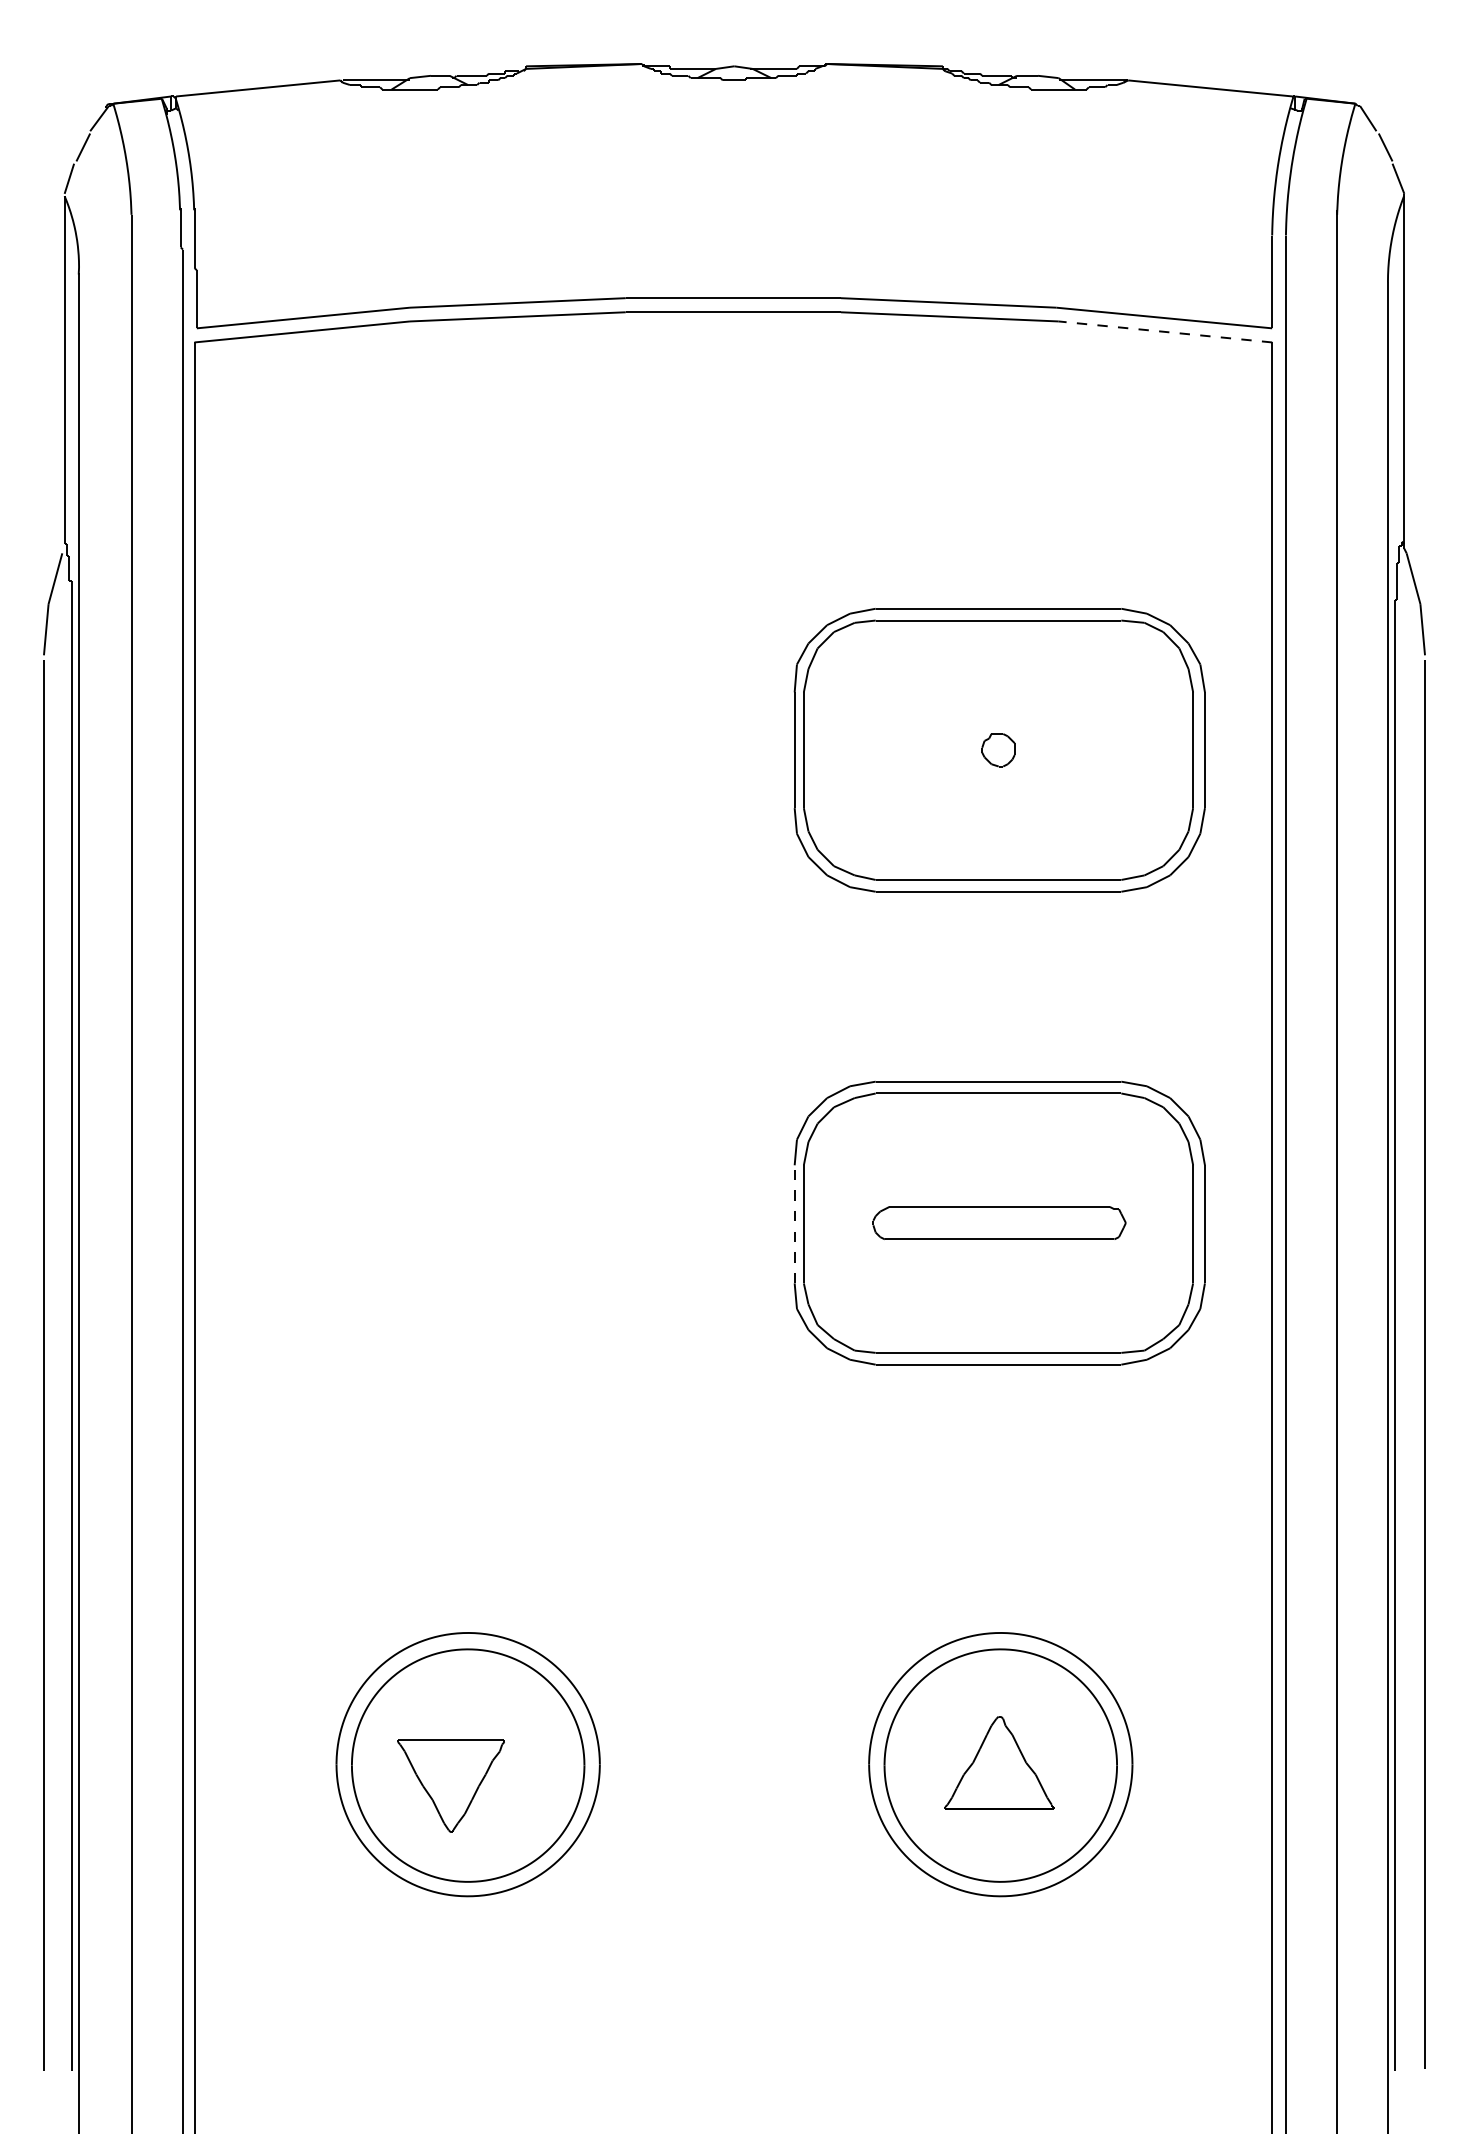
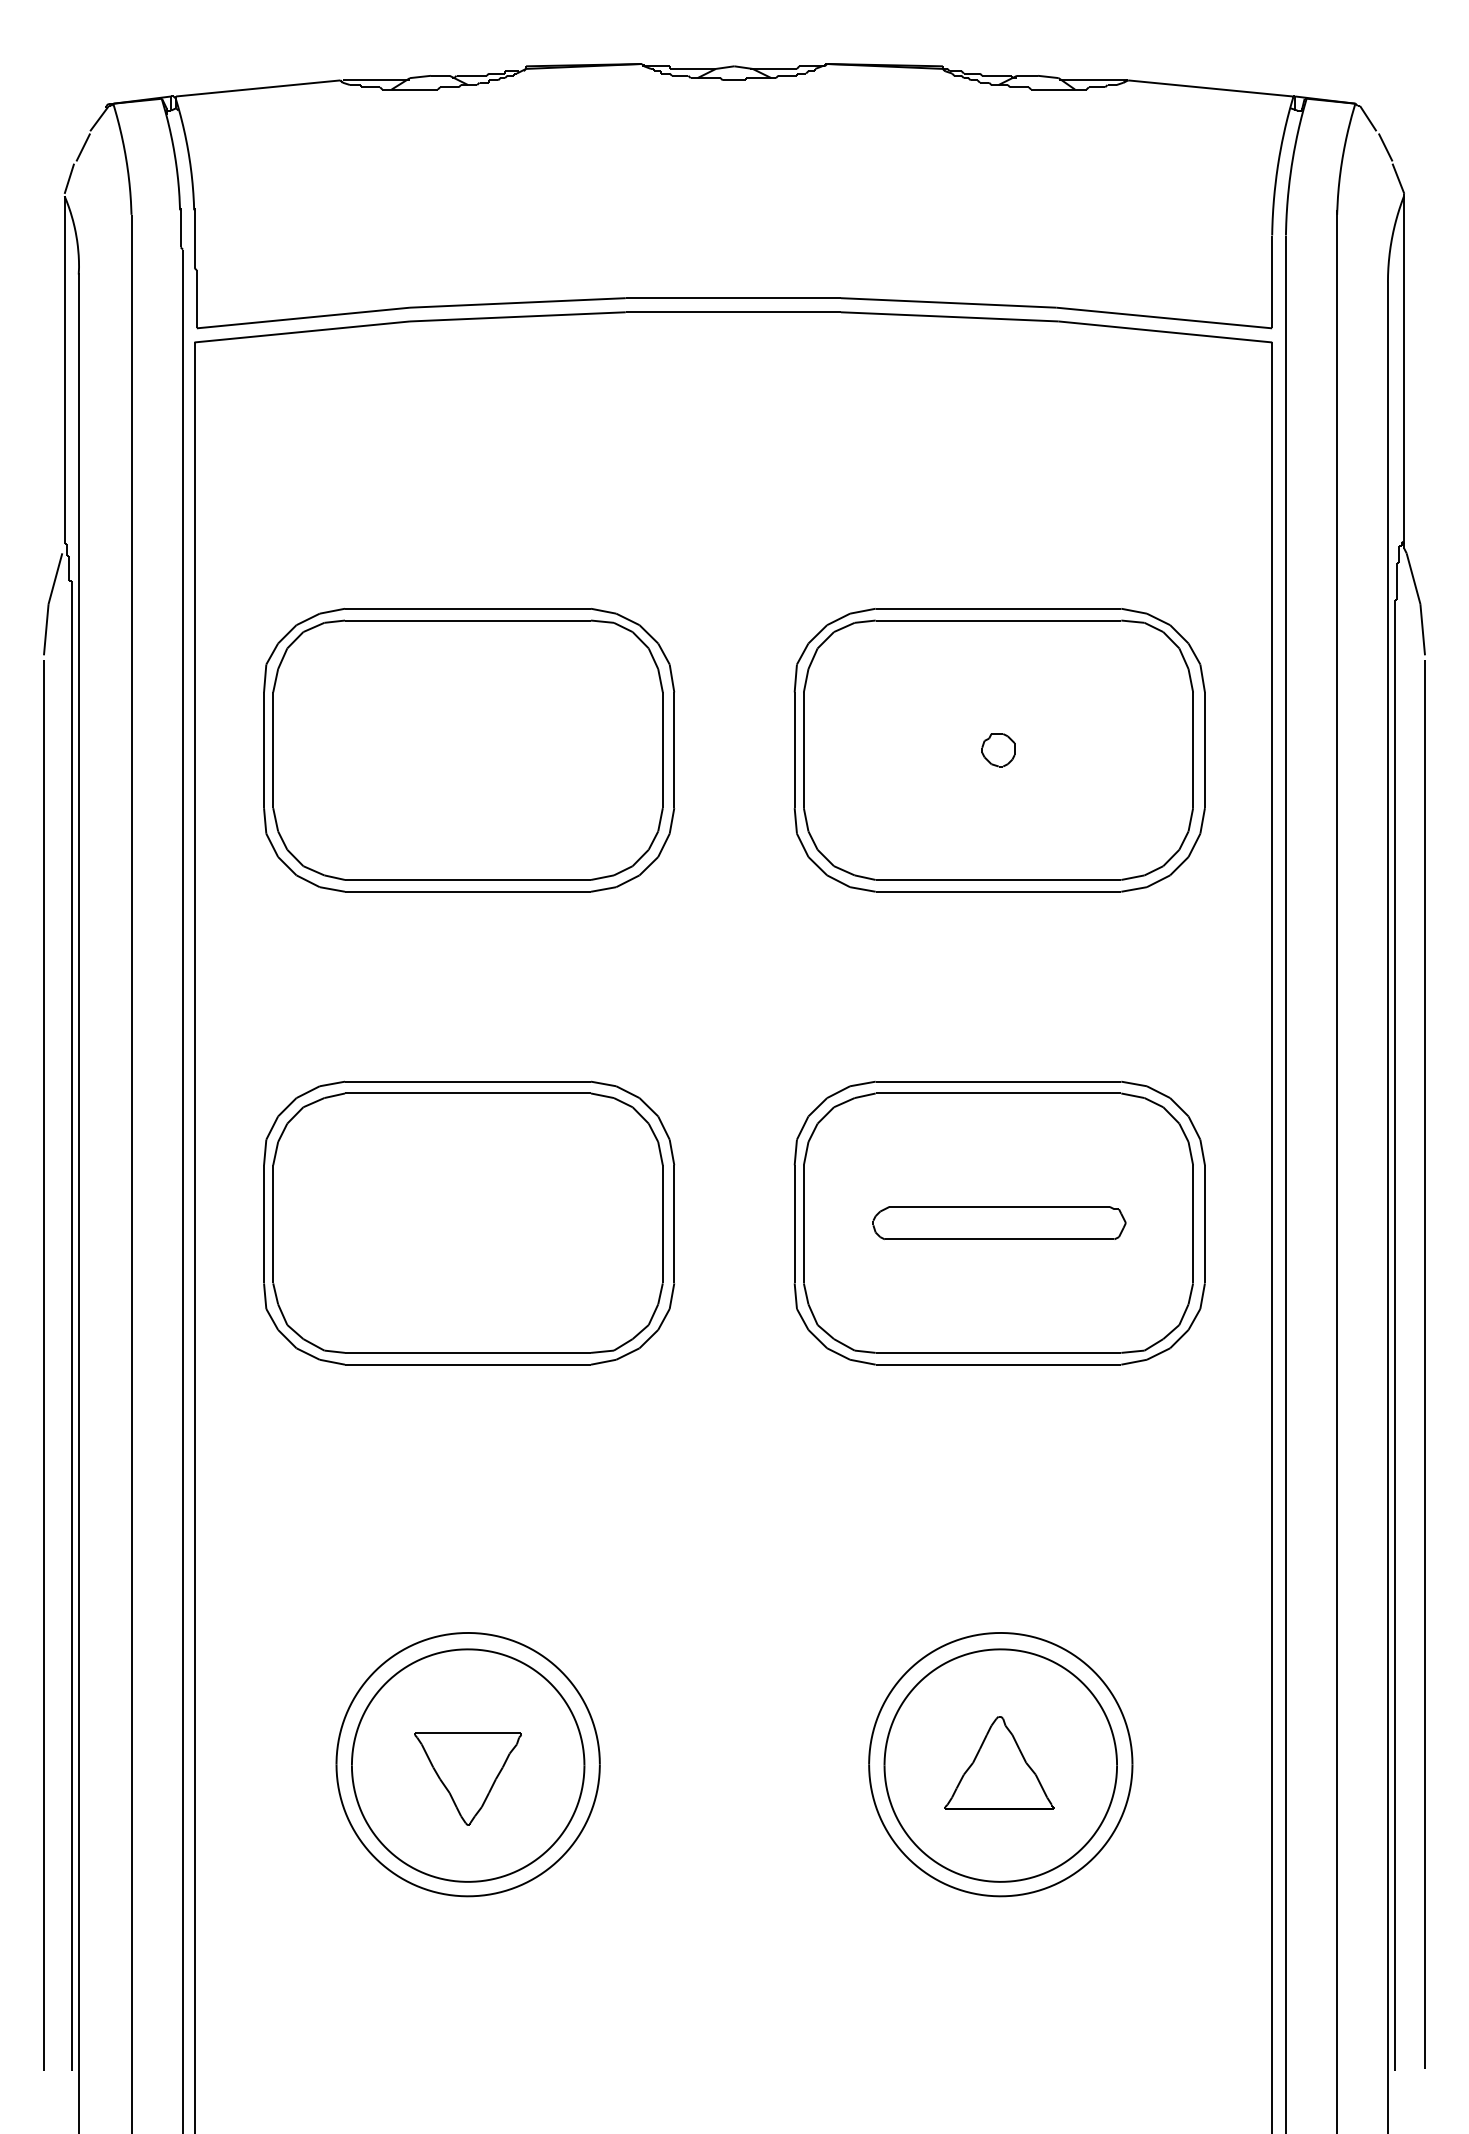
line at (1164, 331): dashed -> solid
part at (469, 750): none -> present
part at (469, 1222): none -> present
line at (794, 1223): dashed -> solid
part at (450, 1785) position: (450, 1785) -> (467, 1778)
